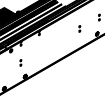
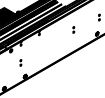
part at (79, 28) position: (79, 28) -> (73, 29)
